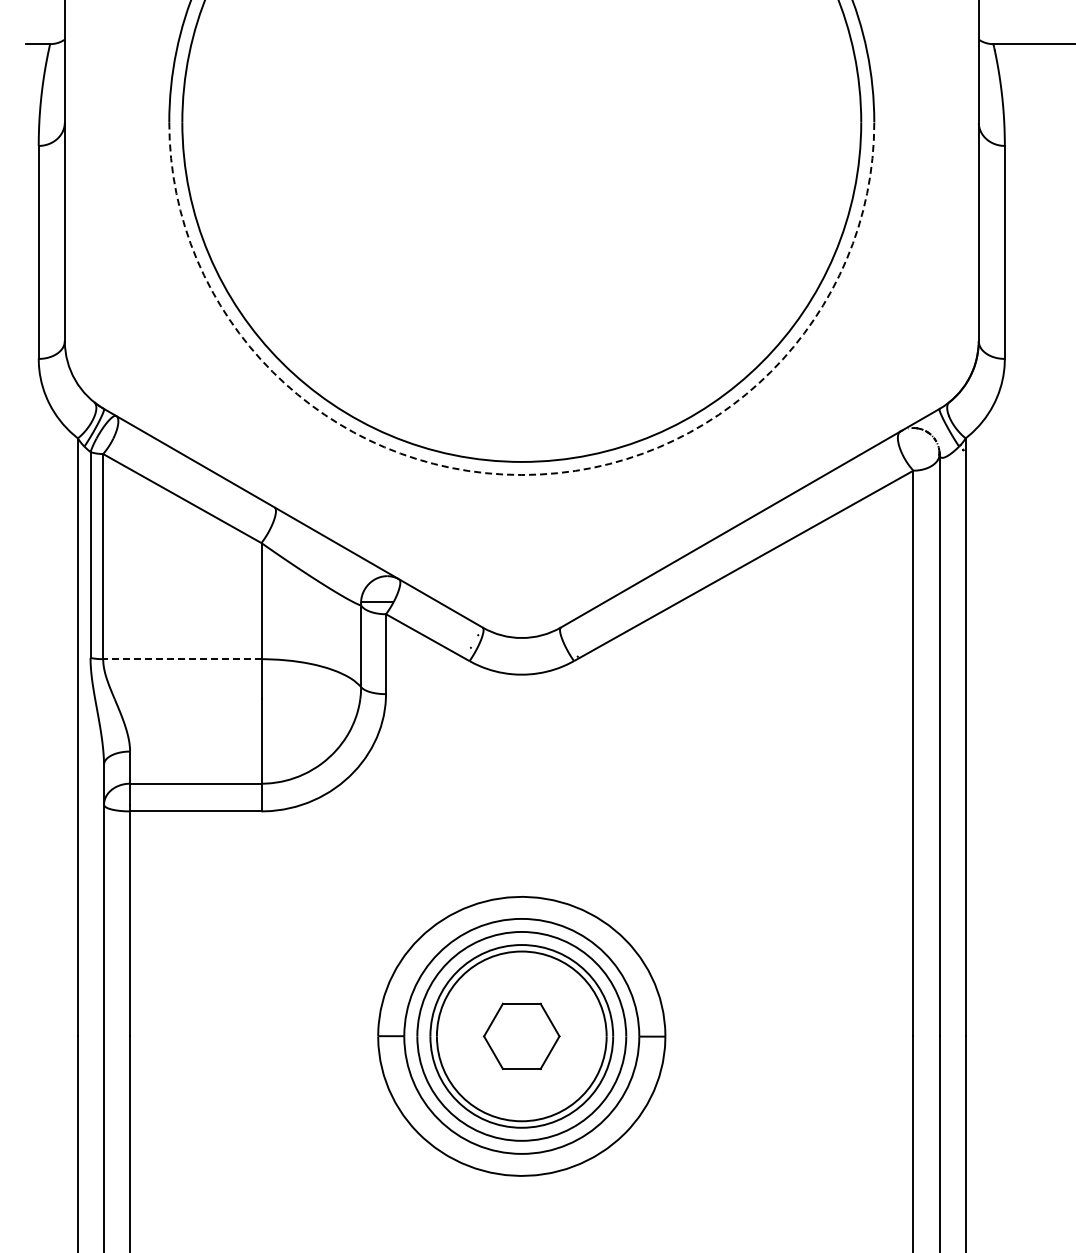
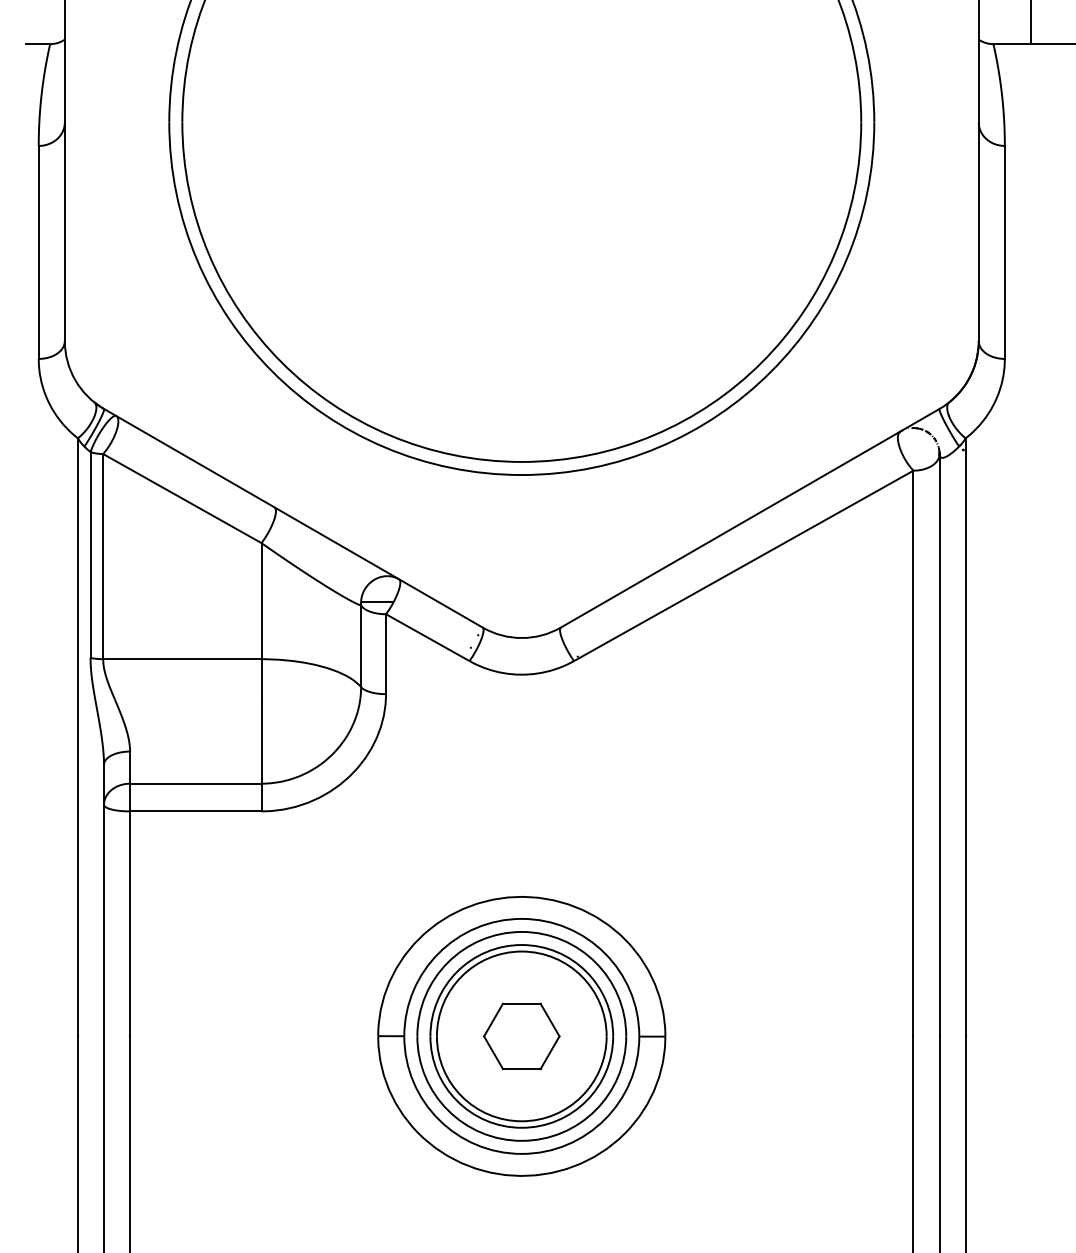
line at (1030, 23): none -> present
arc at (521, 475): dashed -> solid
line at (181, 659): dashed -> solid
